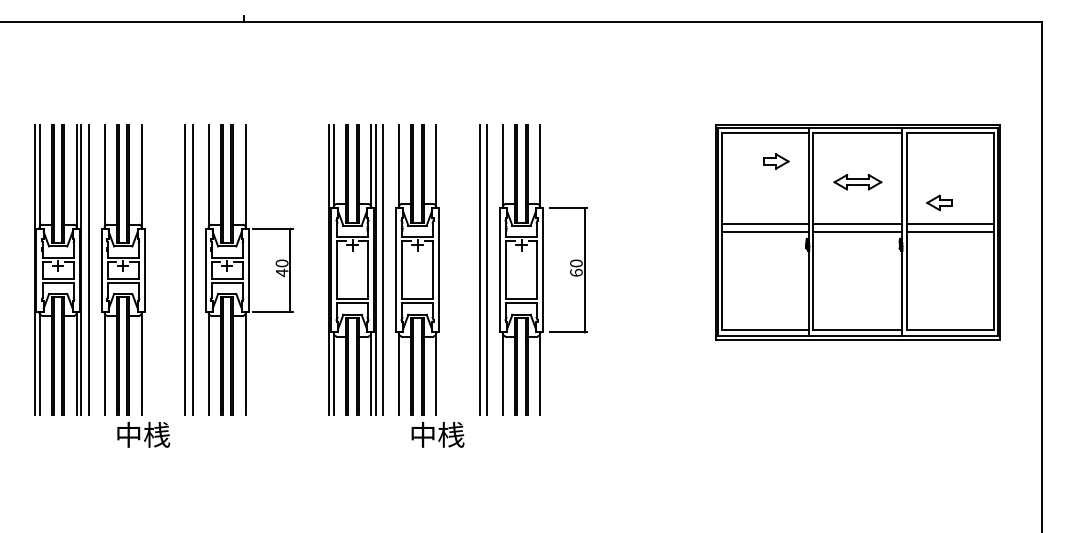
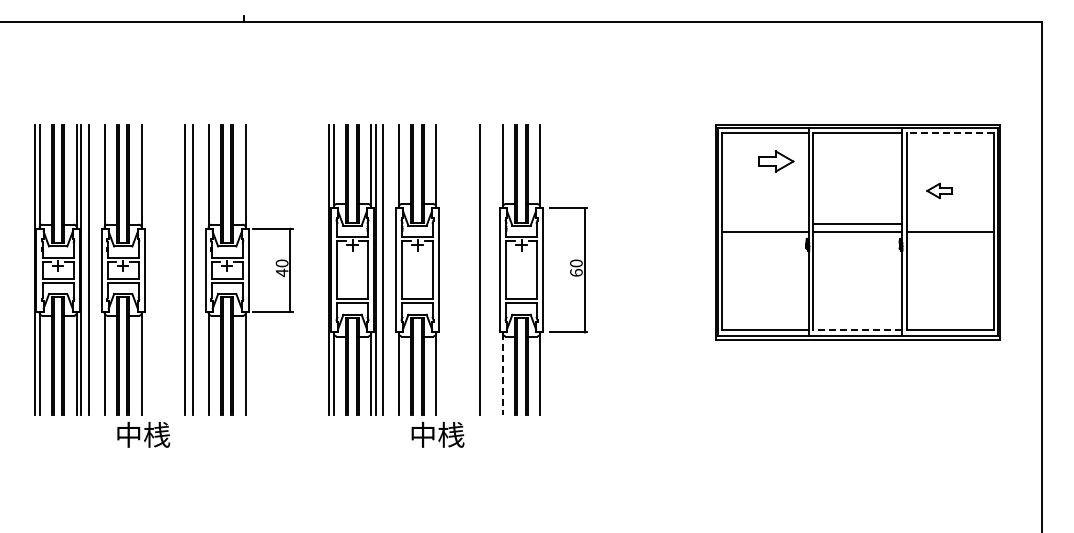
line at (950, 132): solid -> dashed
part at (776, 161) size: 27x17 px -> 37x23 px
part at (857, 182): present -> none
part at (939, 202) position: (939, 202) -> (939, 190)
line at (765, 223): present -> none
line at (949, 223): present -> none
line at (486, 270): present -> none
line at (857, 330): solid -> dashed
line at (502, 374): solid -> dashed
